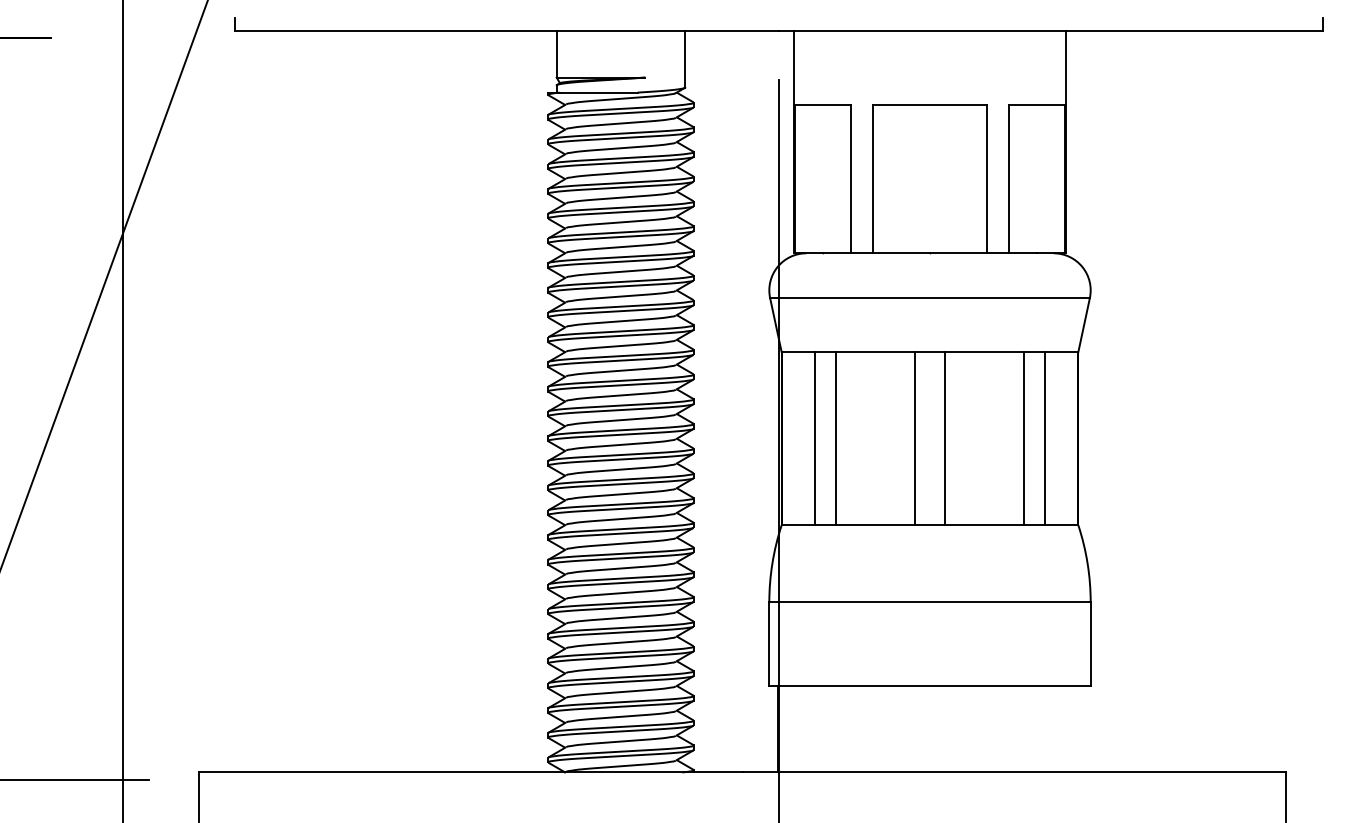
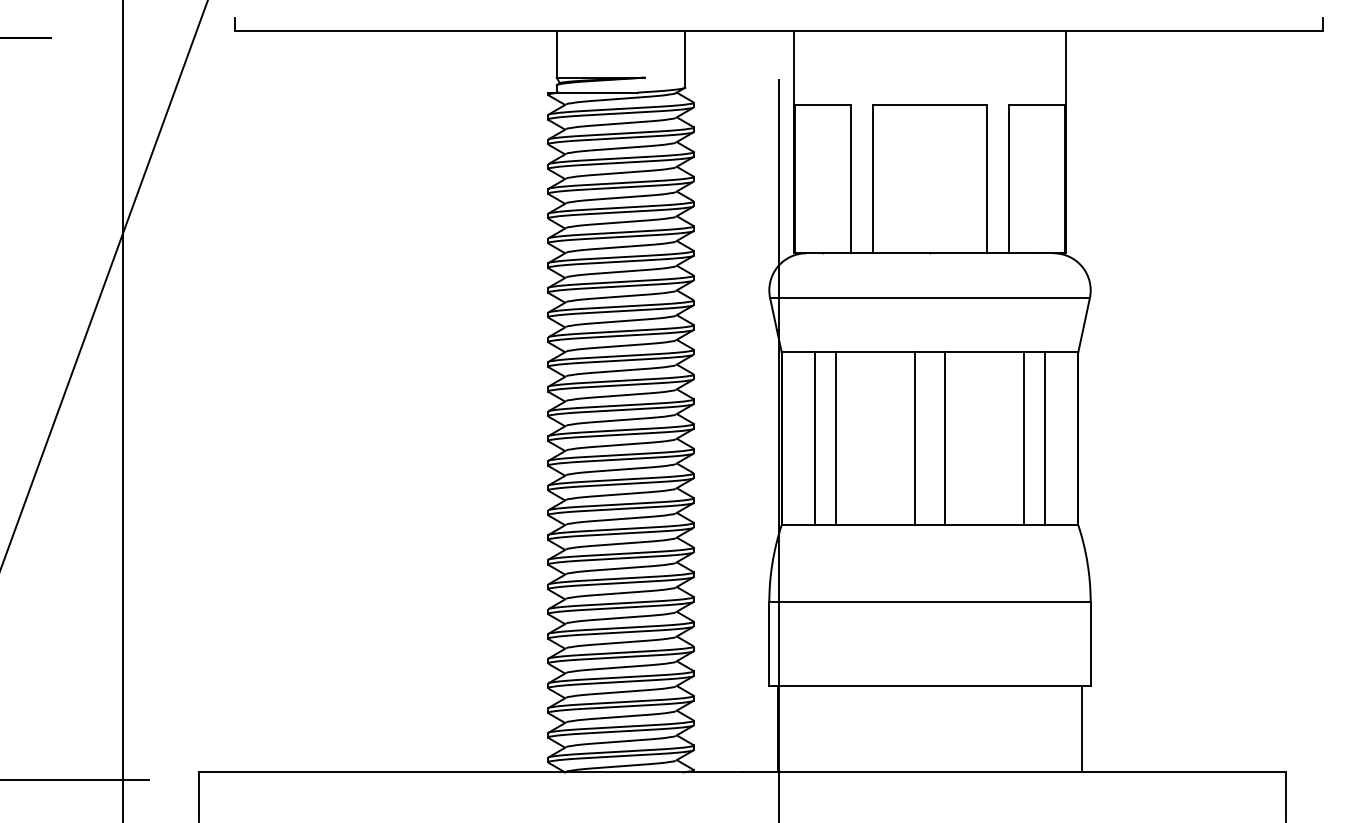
line at (1082, 728): none -> present
